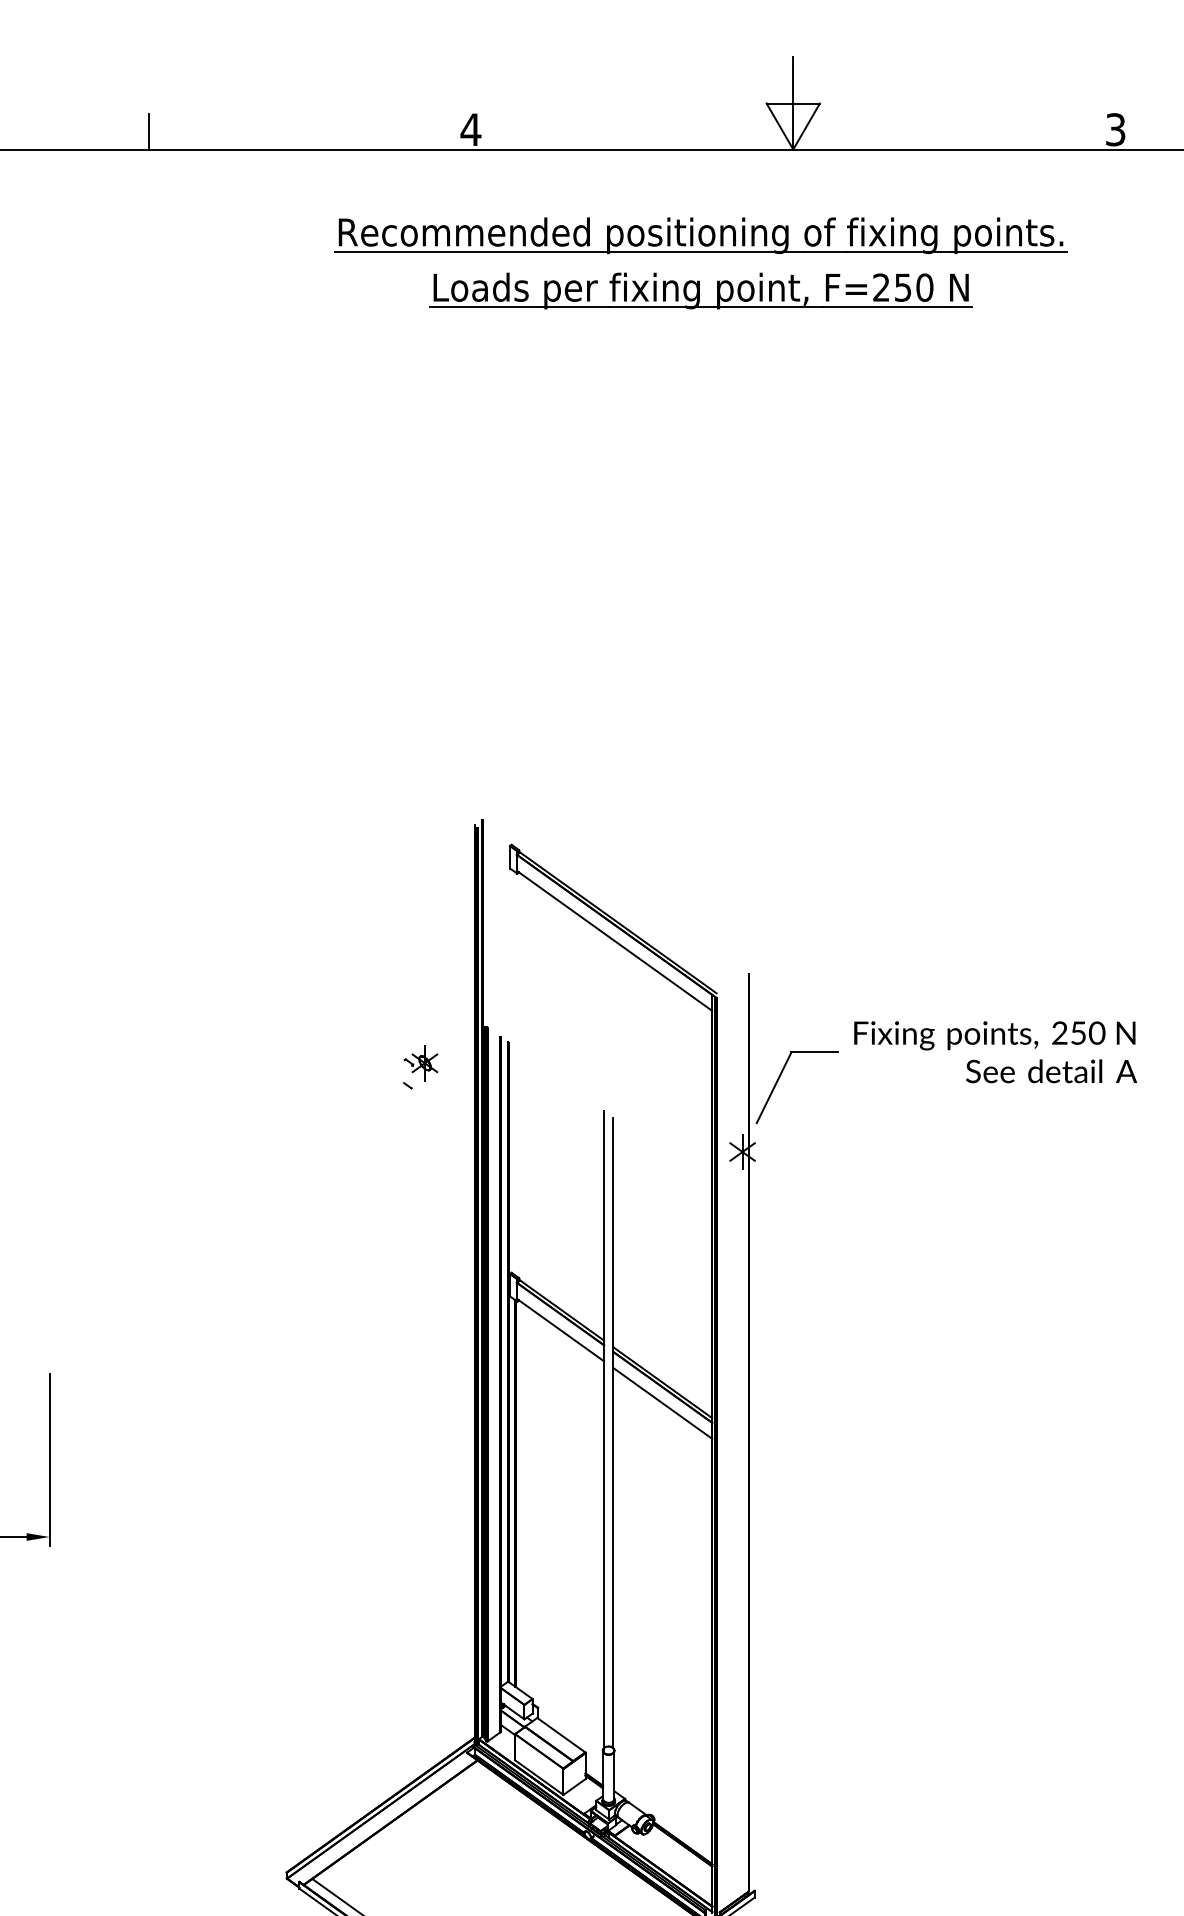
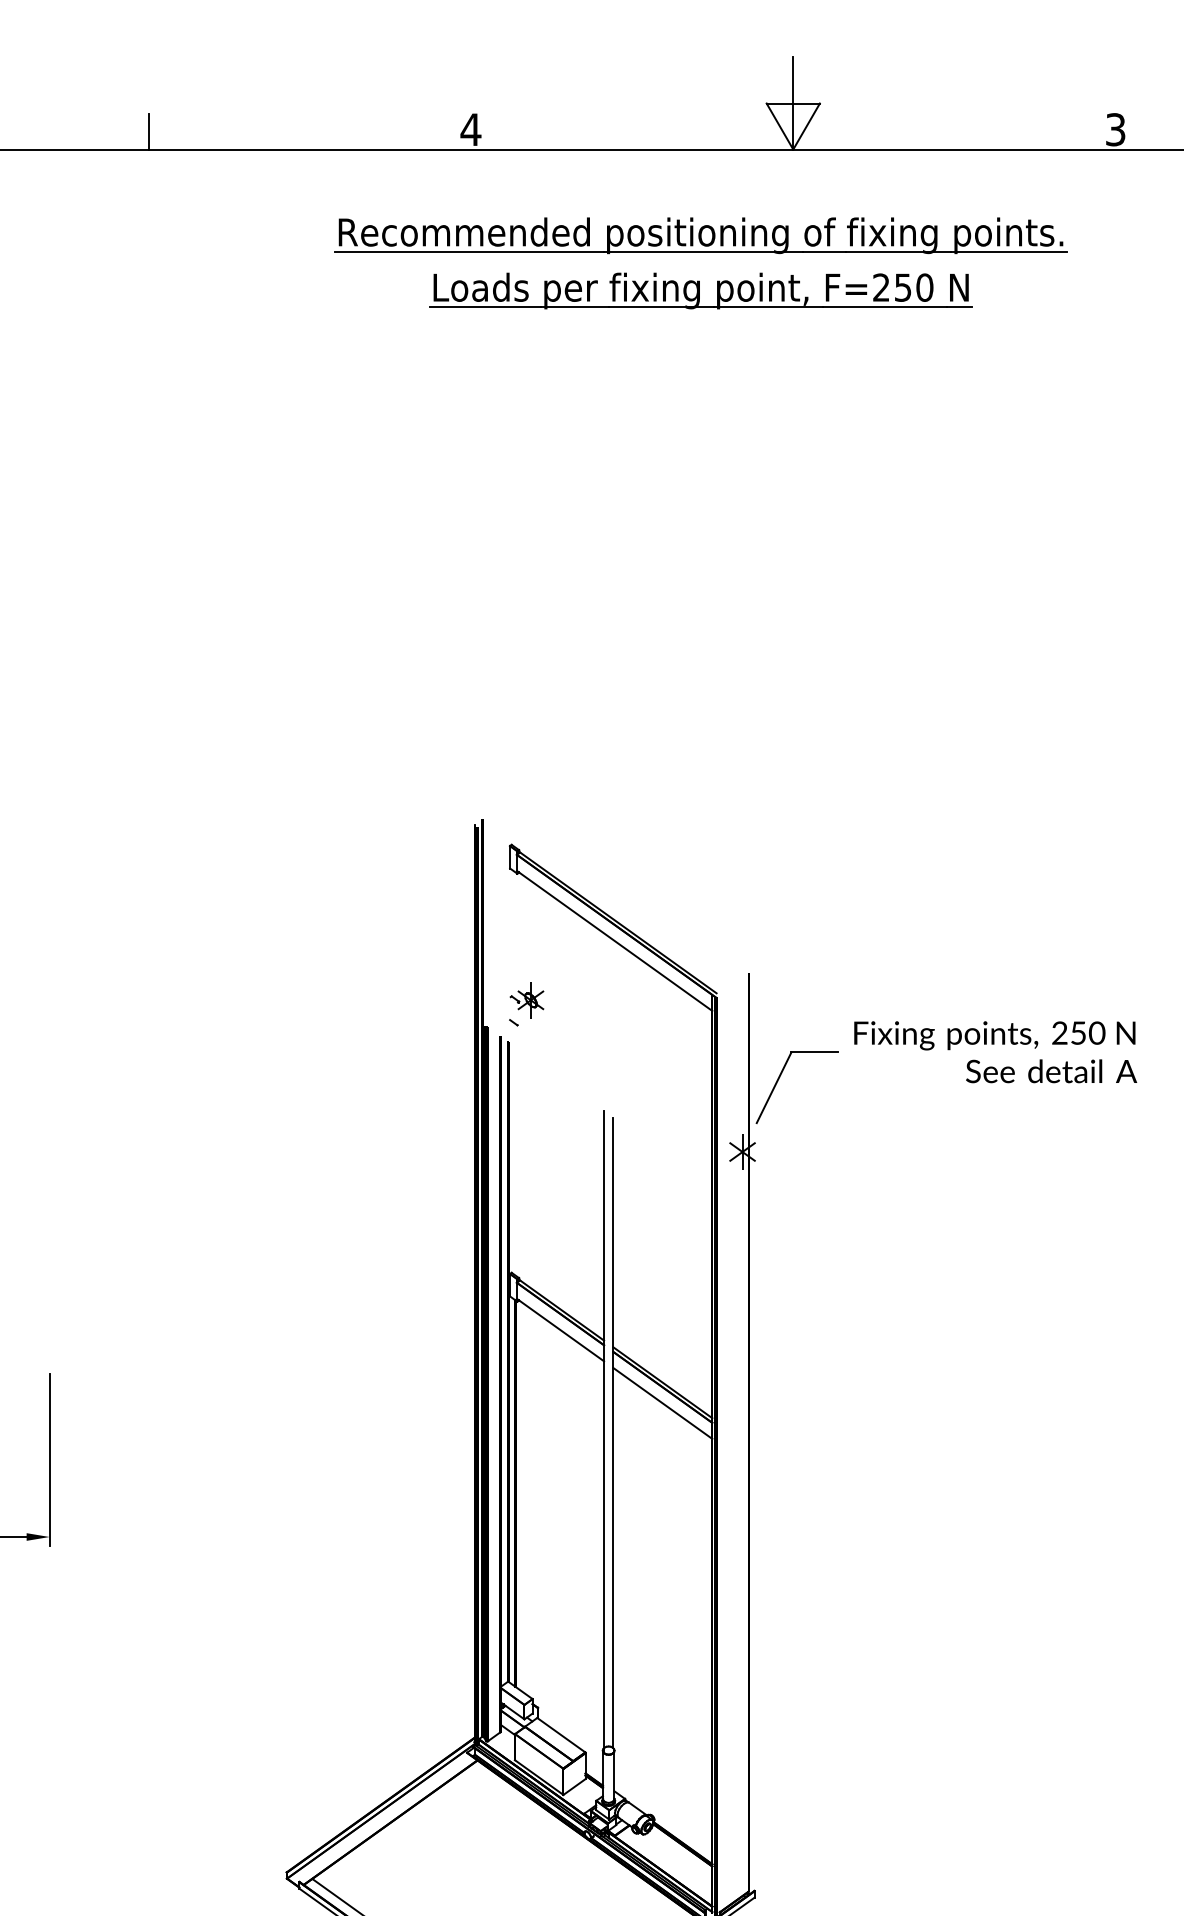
part at (420, 1067) position: (420, 1067) -> (526, 1004)
